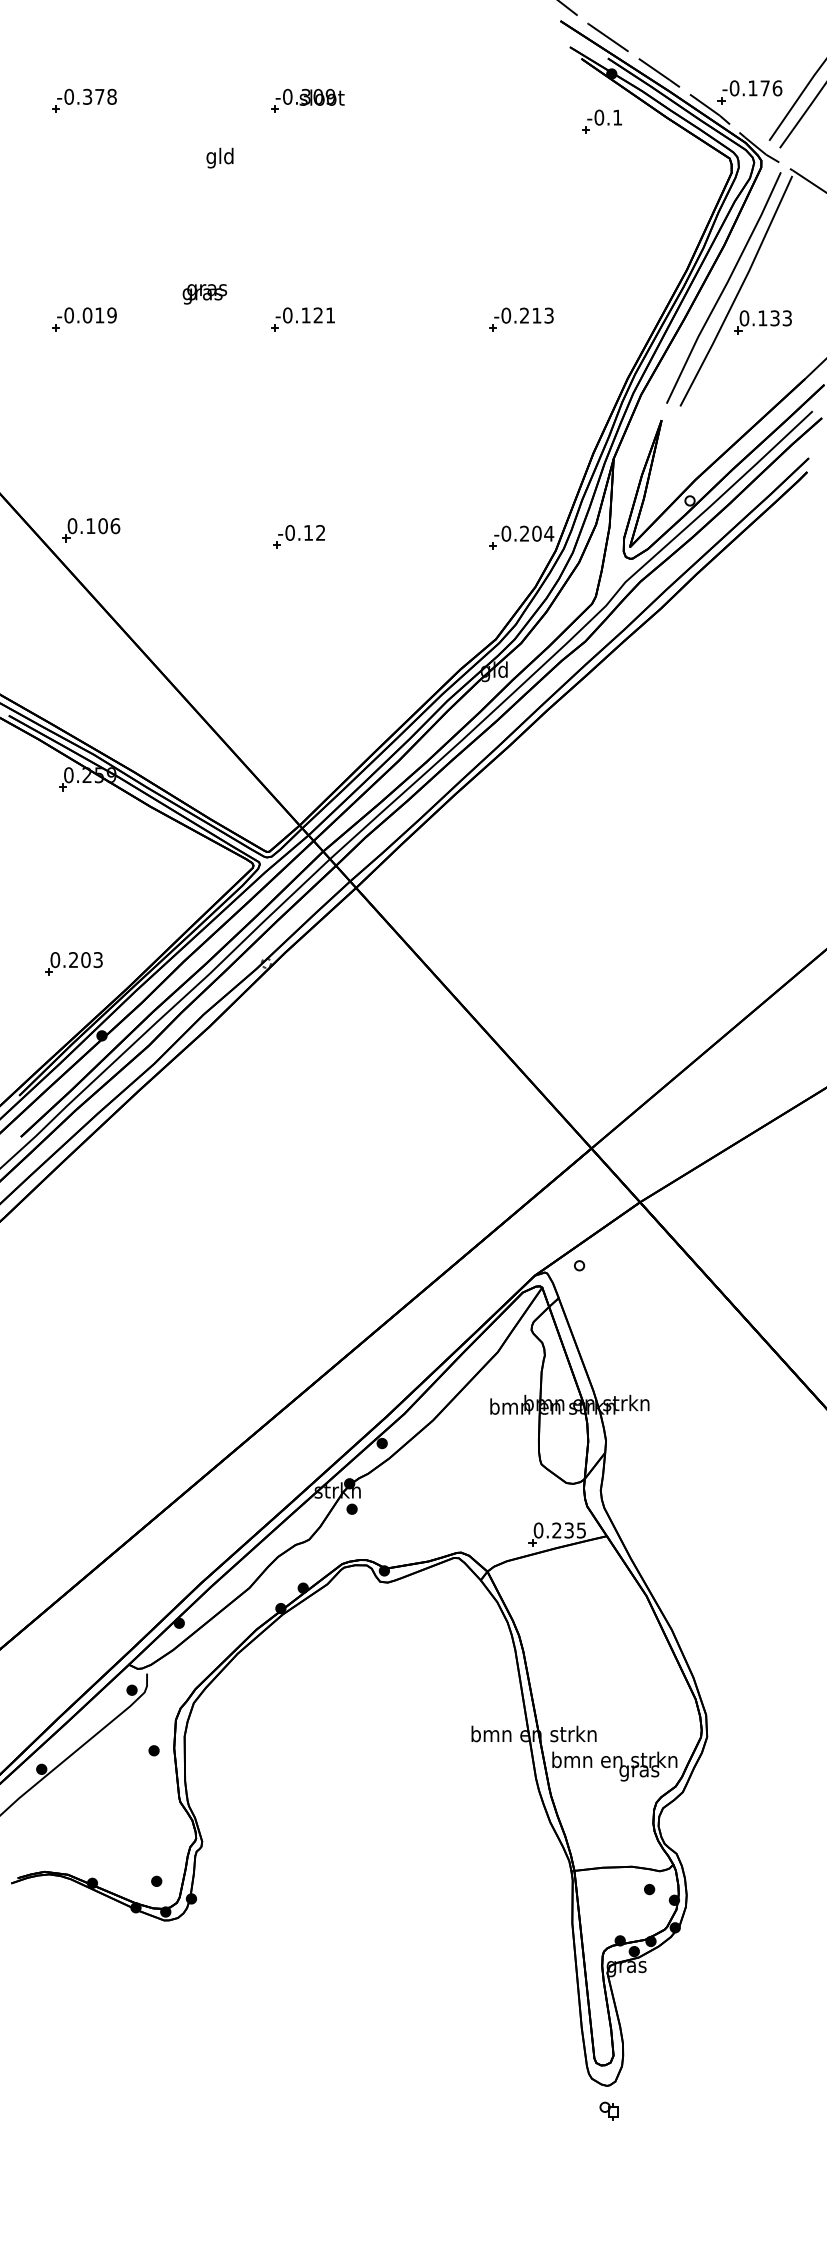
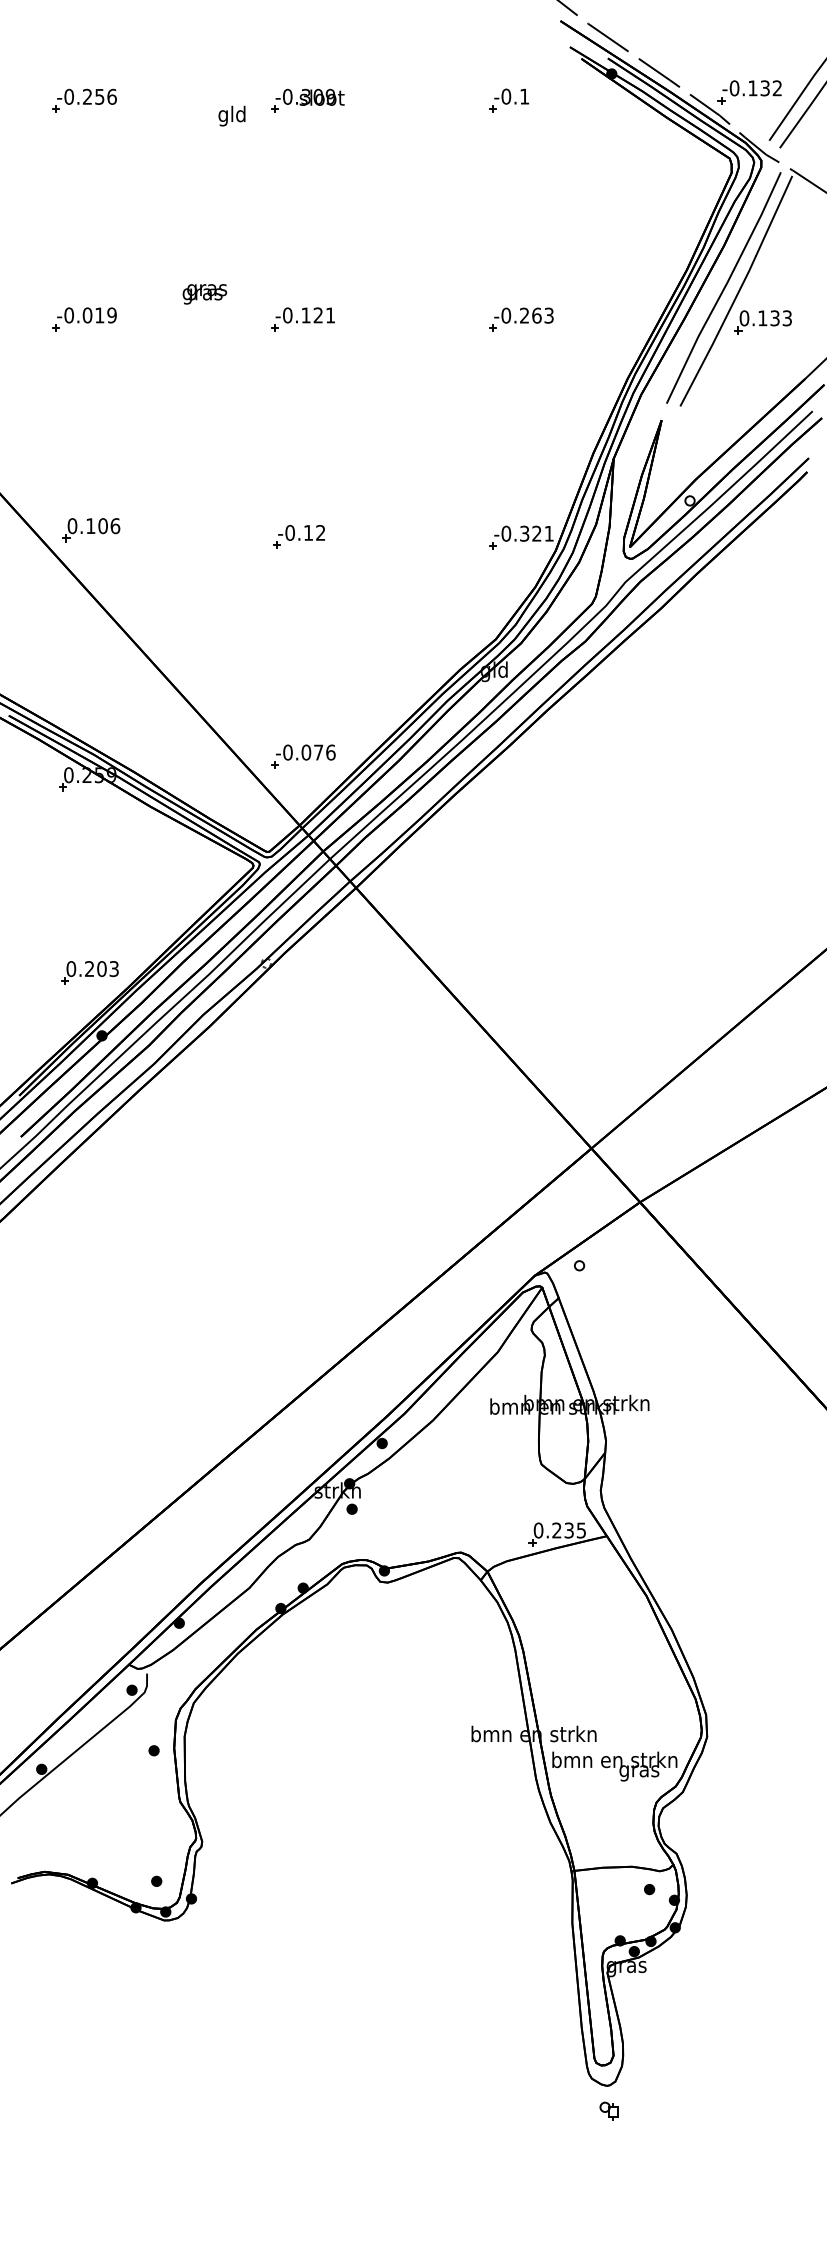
text at (771, 88): -0.176 -> -0.132
text at (99, 96): -0.378 -> -0.256
part at (601, 121) position: (601, 121) -> (508, 100)
text at (219, 157) position: (219, 157) -> (231, 115)
text at (536, 315): -0.213 -> -0.263
text at (537, 533): -0.204 -> -0.321
part at (303, 756): none -> present
part at (73, 963) position: (73, 963) -> (89, 972)
